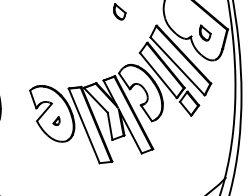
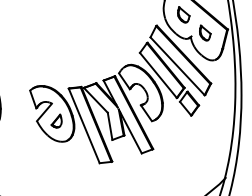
part at (119, 11) position: (119, 11) -> (183, 14)
part at (56, 120) size: 9x10 px -> 13x16 px
